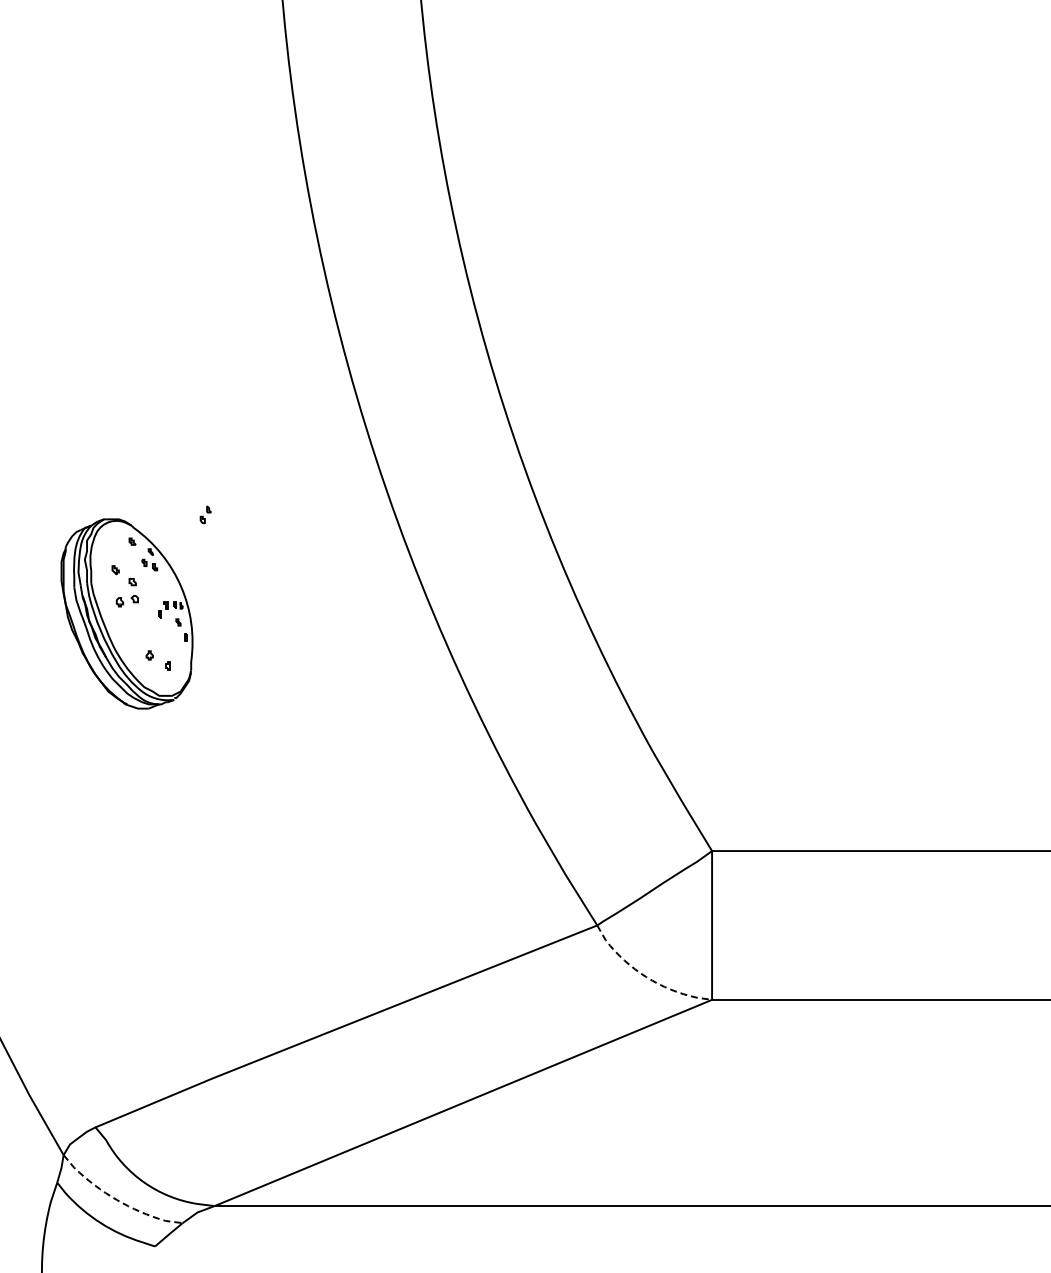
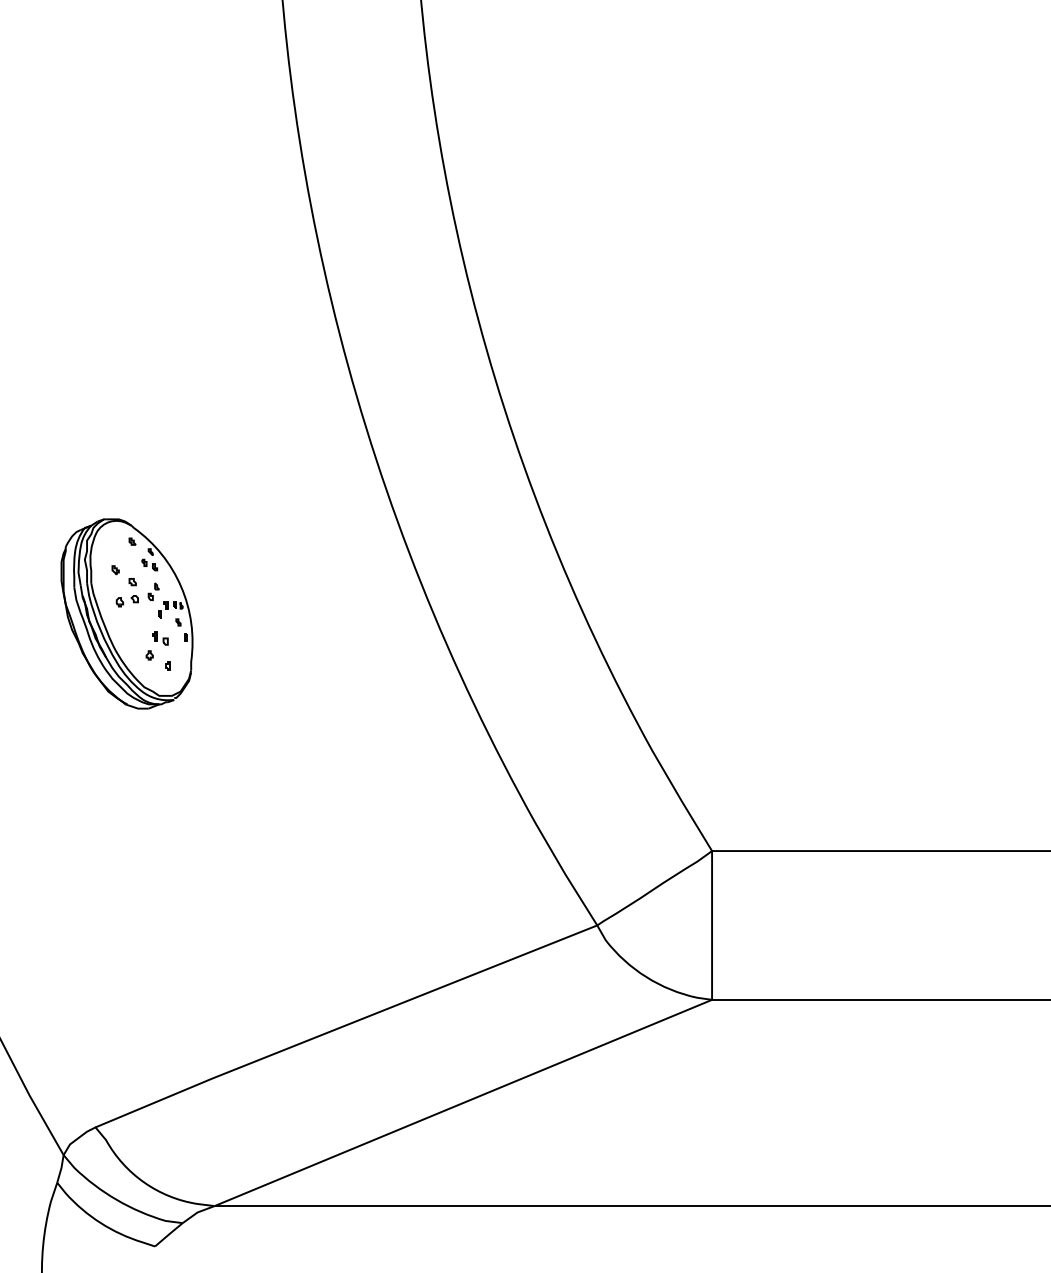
part at (205, 514) position: (205, 514) -> (153, 591)
part at (160, 638): none -> present
line at (646, 977): dashed -> solid
line at (116, 1199): dashed -> solid
